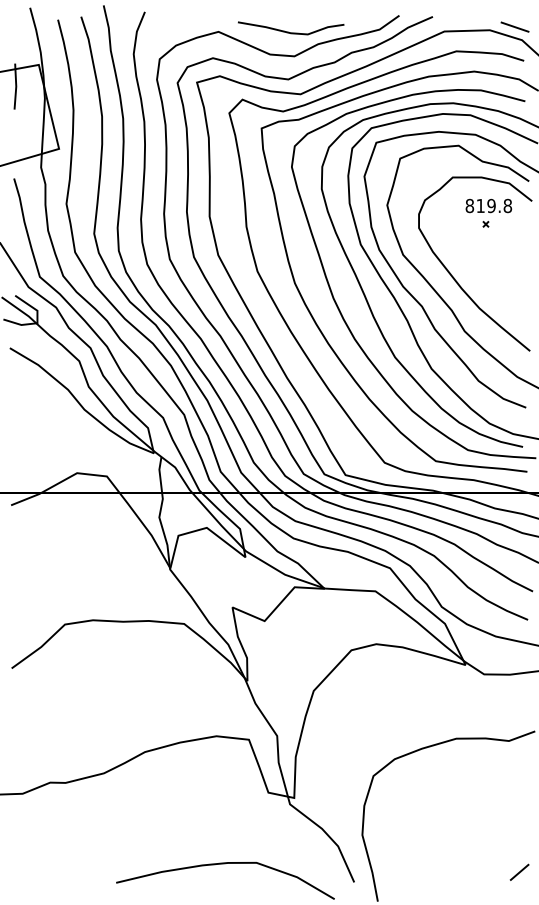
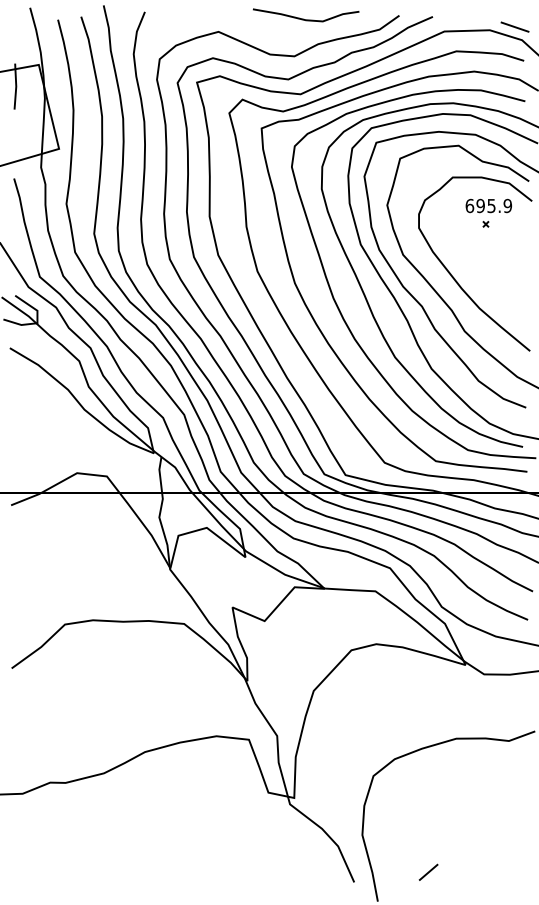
curve at (291, 32) position: (291, 32) -> (306, 19)
text at (488, 205): 819.8 -> 695.9
curve at (225, 864): present -> none
line at (519, 871) position: (519, 871) -> (428, 871)
